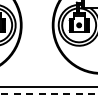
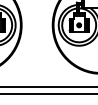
line at (48, 93): dashed -> solid
